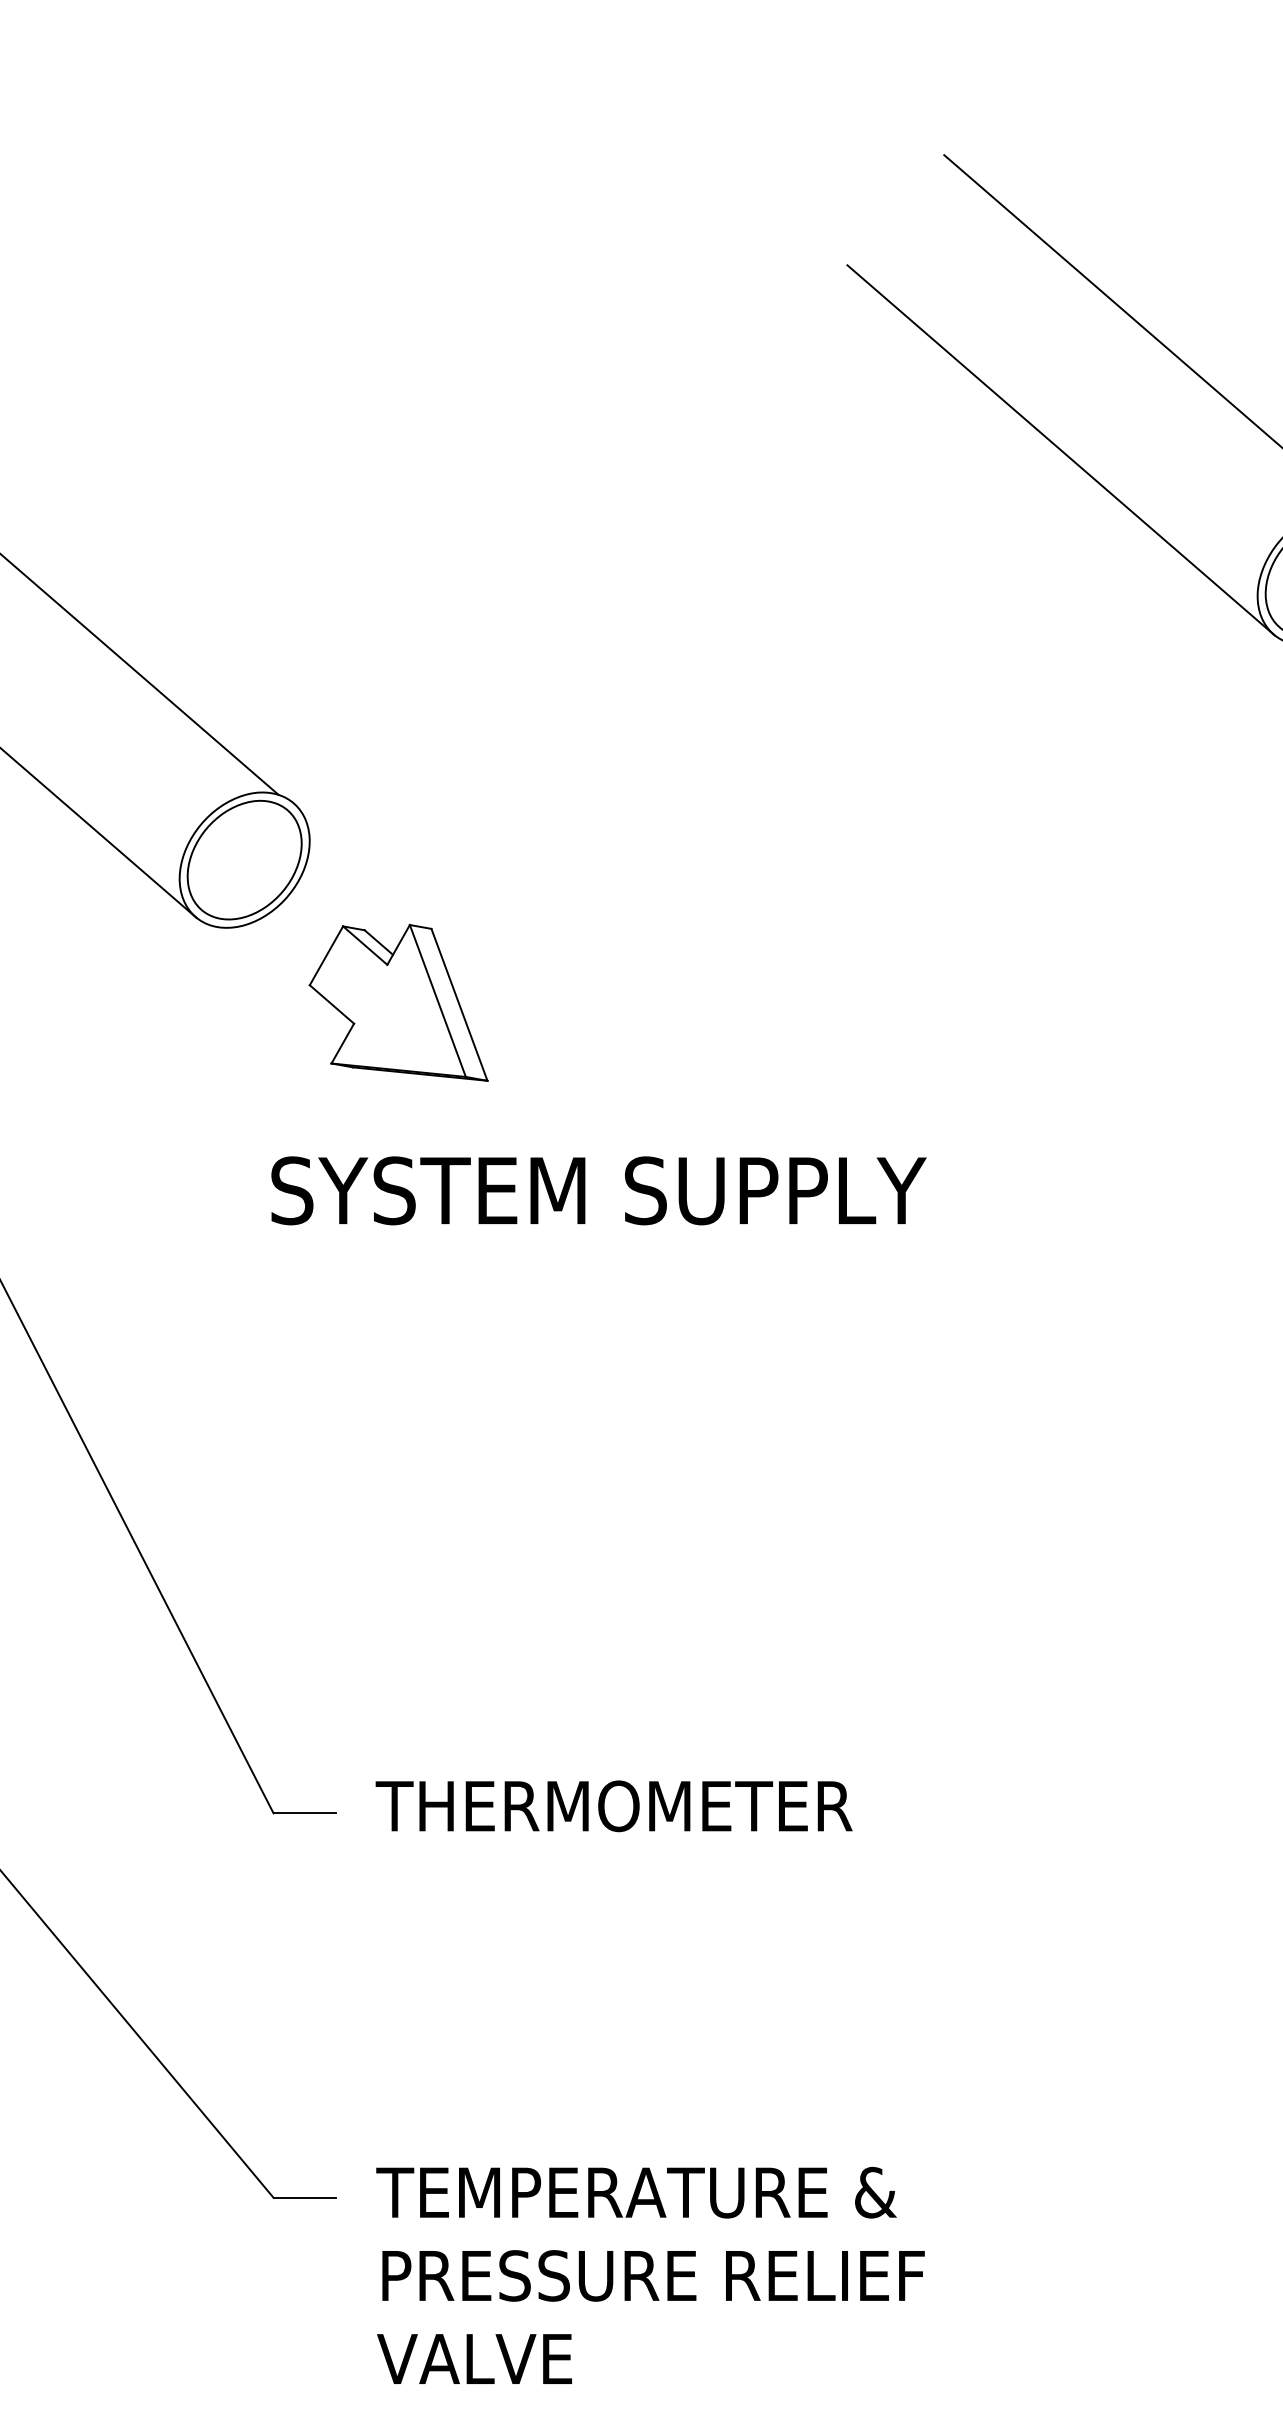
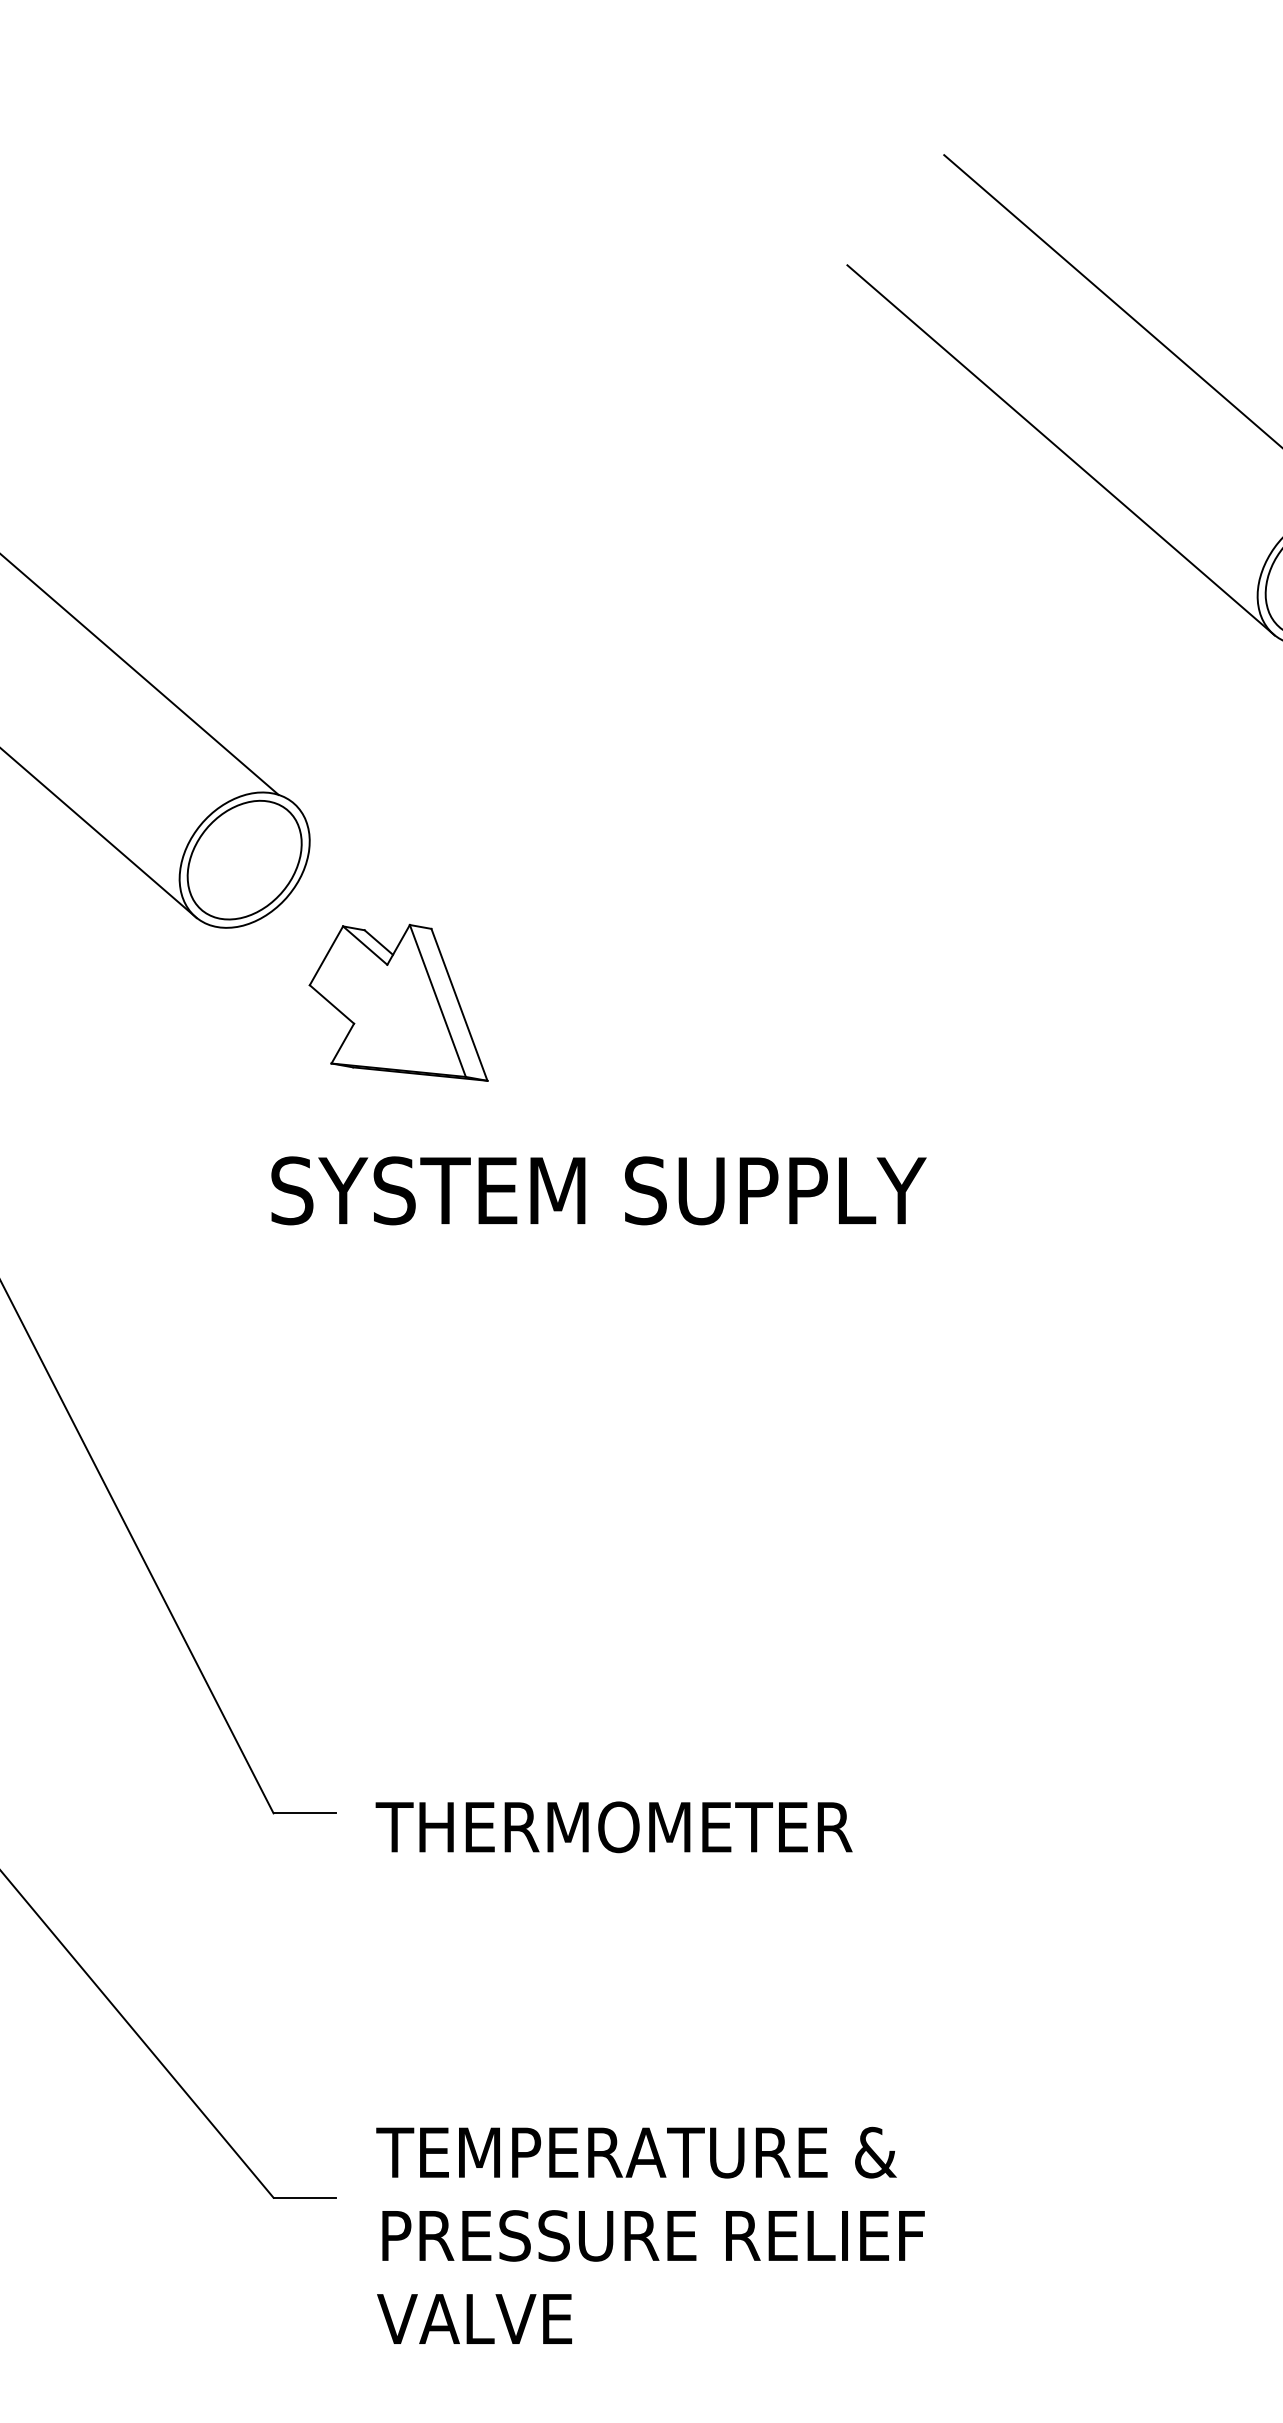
text at (613, 1806) position: (613, 1806) -> (613, 1827)
text at (650, 2274) position: (650, 2274) -> (650, 2234)
